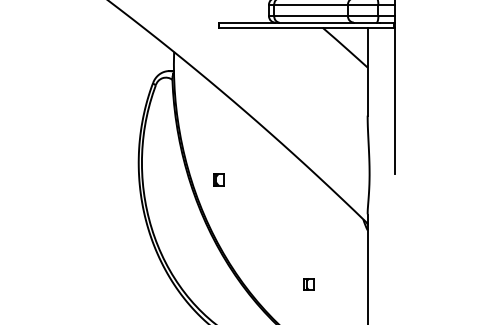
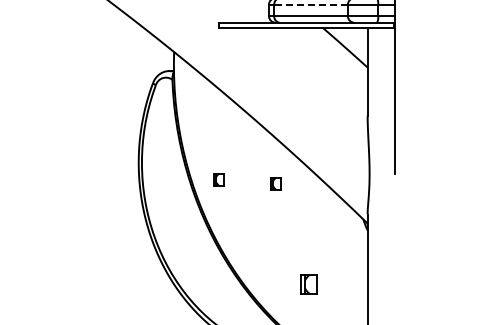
line at (311, 4): solid -> dashed
part at (275, 183): none -> present
part at (308, 284) size: 12x13 px -> 18x21 px
